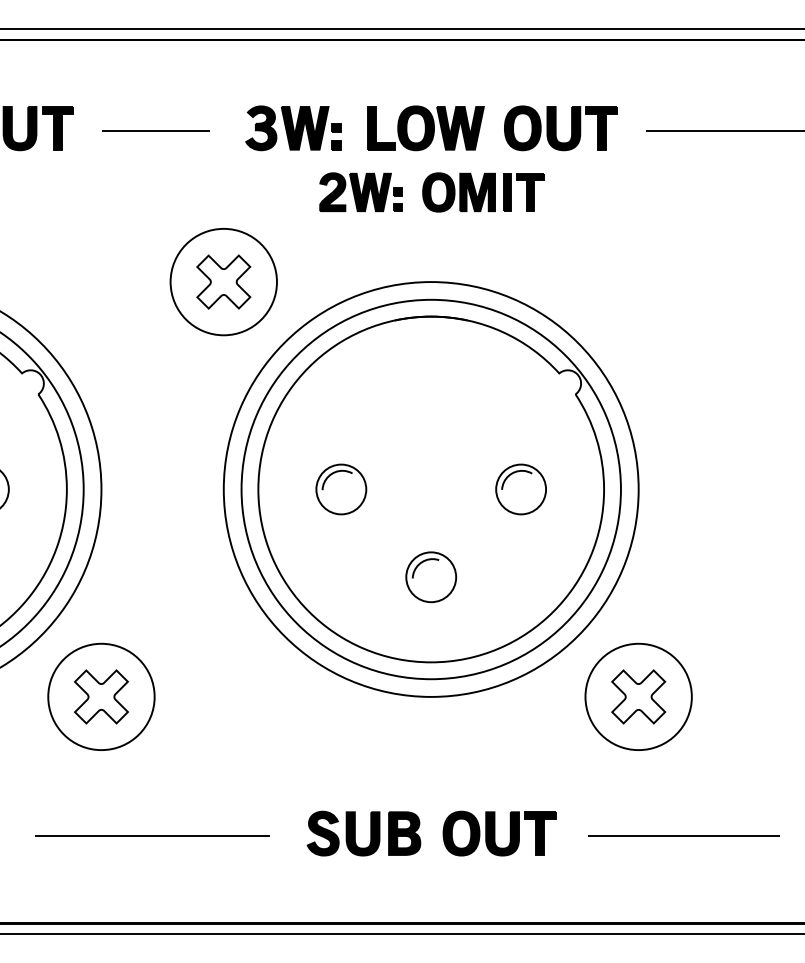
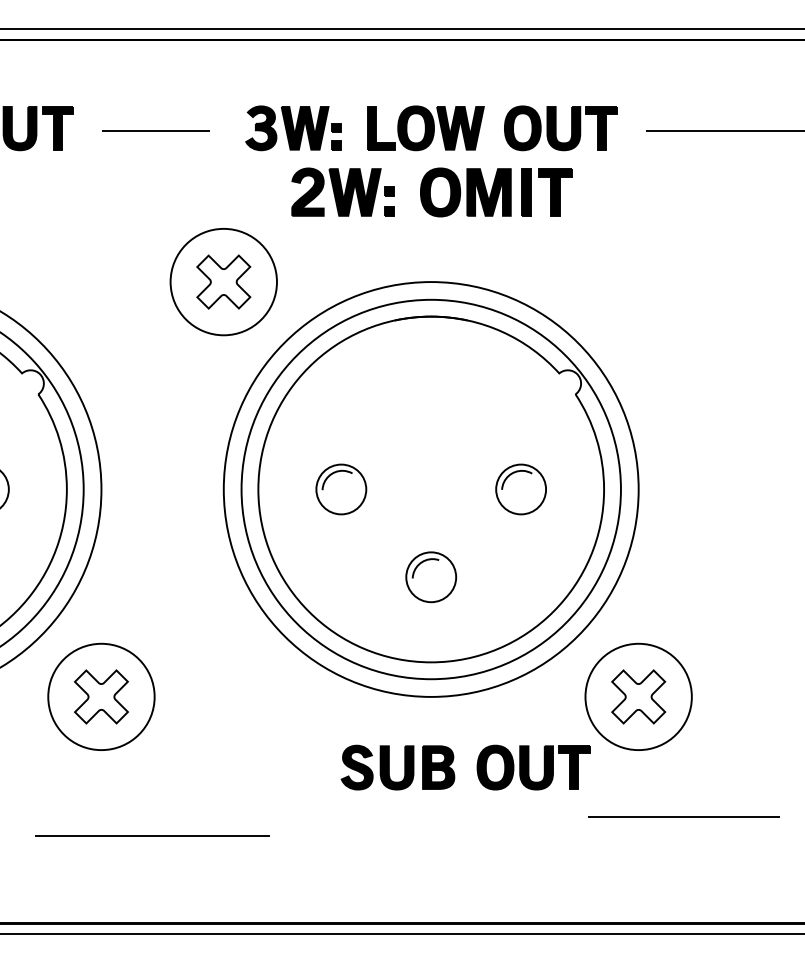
part at (431, 192) size: 226x41 px -> 282x51 px
part at (442, 833) position: (442, 833) -> (476, 767)
line at (683, 835) position: (683, 835) -> (683, 816)
